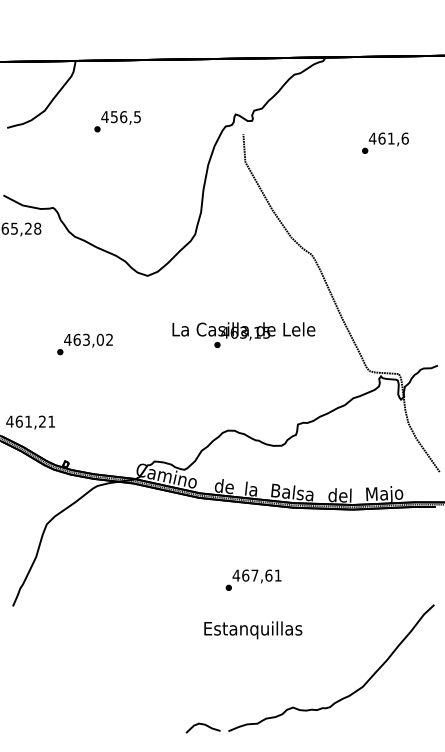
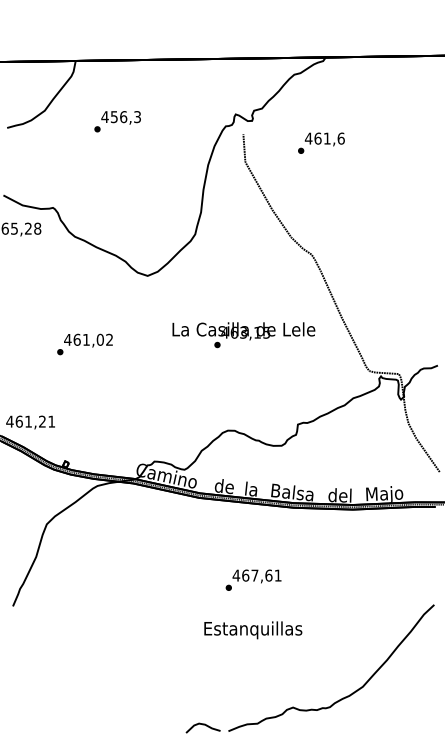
text at (137, 116): 456,5 -> 456,3
text at (385, 142) position: (385, 142) -> (321, 142)
text at (86, 339): 463,02 -> 461,02
